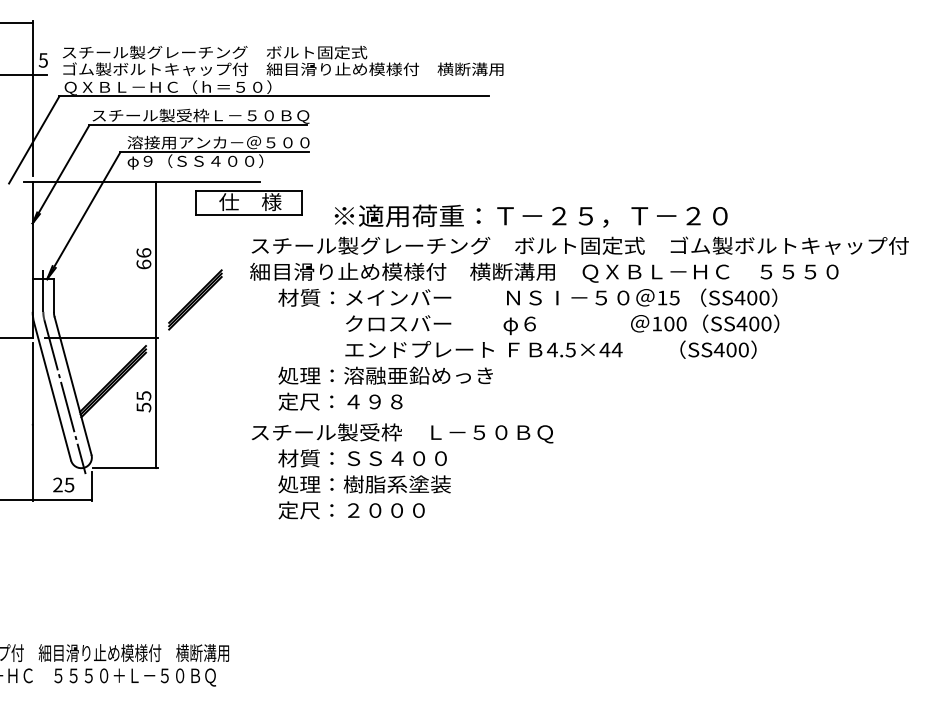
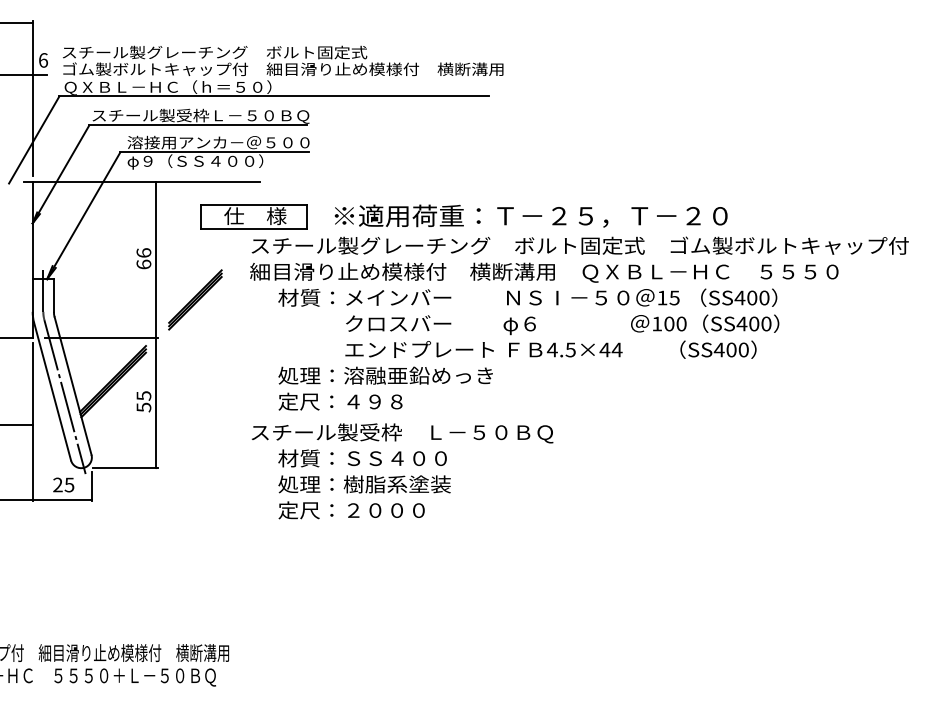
text at (42, 60): 5 -> 6
part at (248, 202) position: (248, 202) -> (253, 216)
line at (17, 424): none -> present
